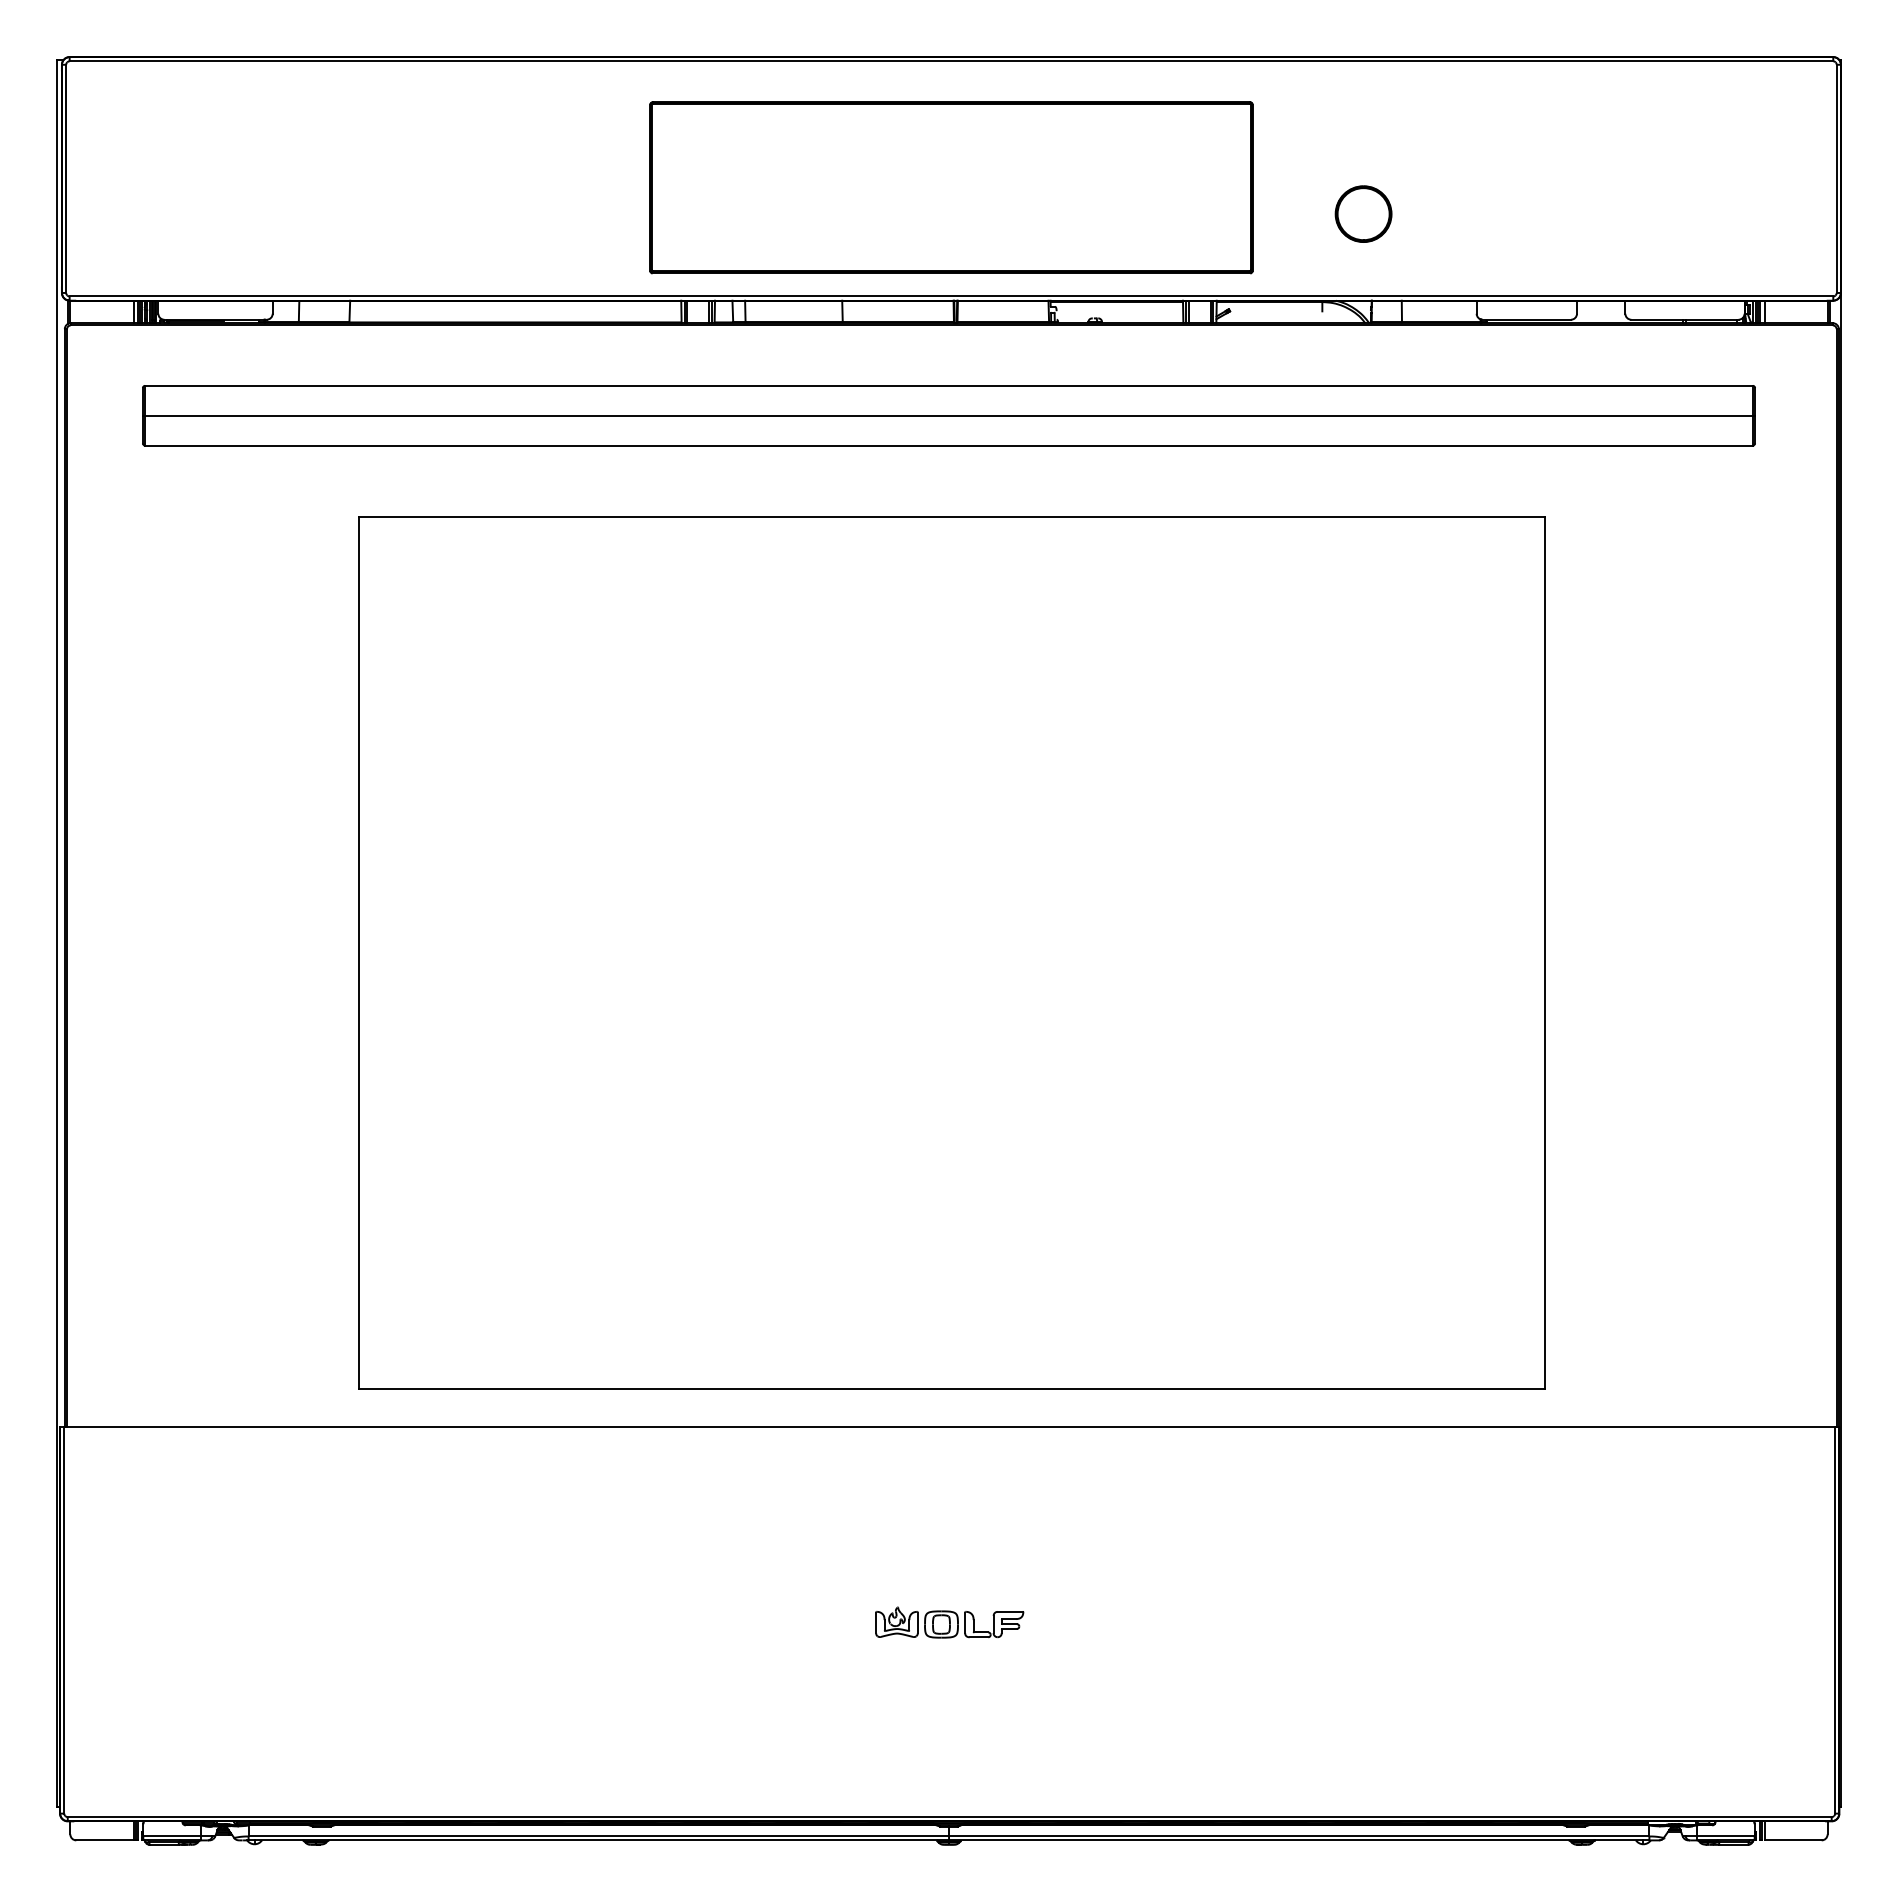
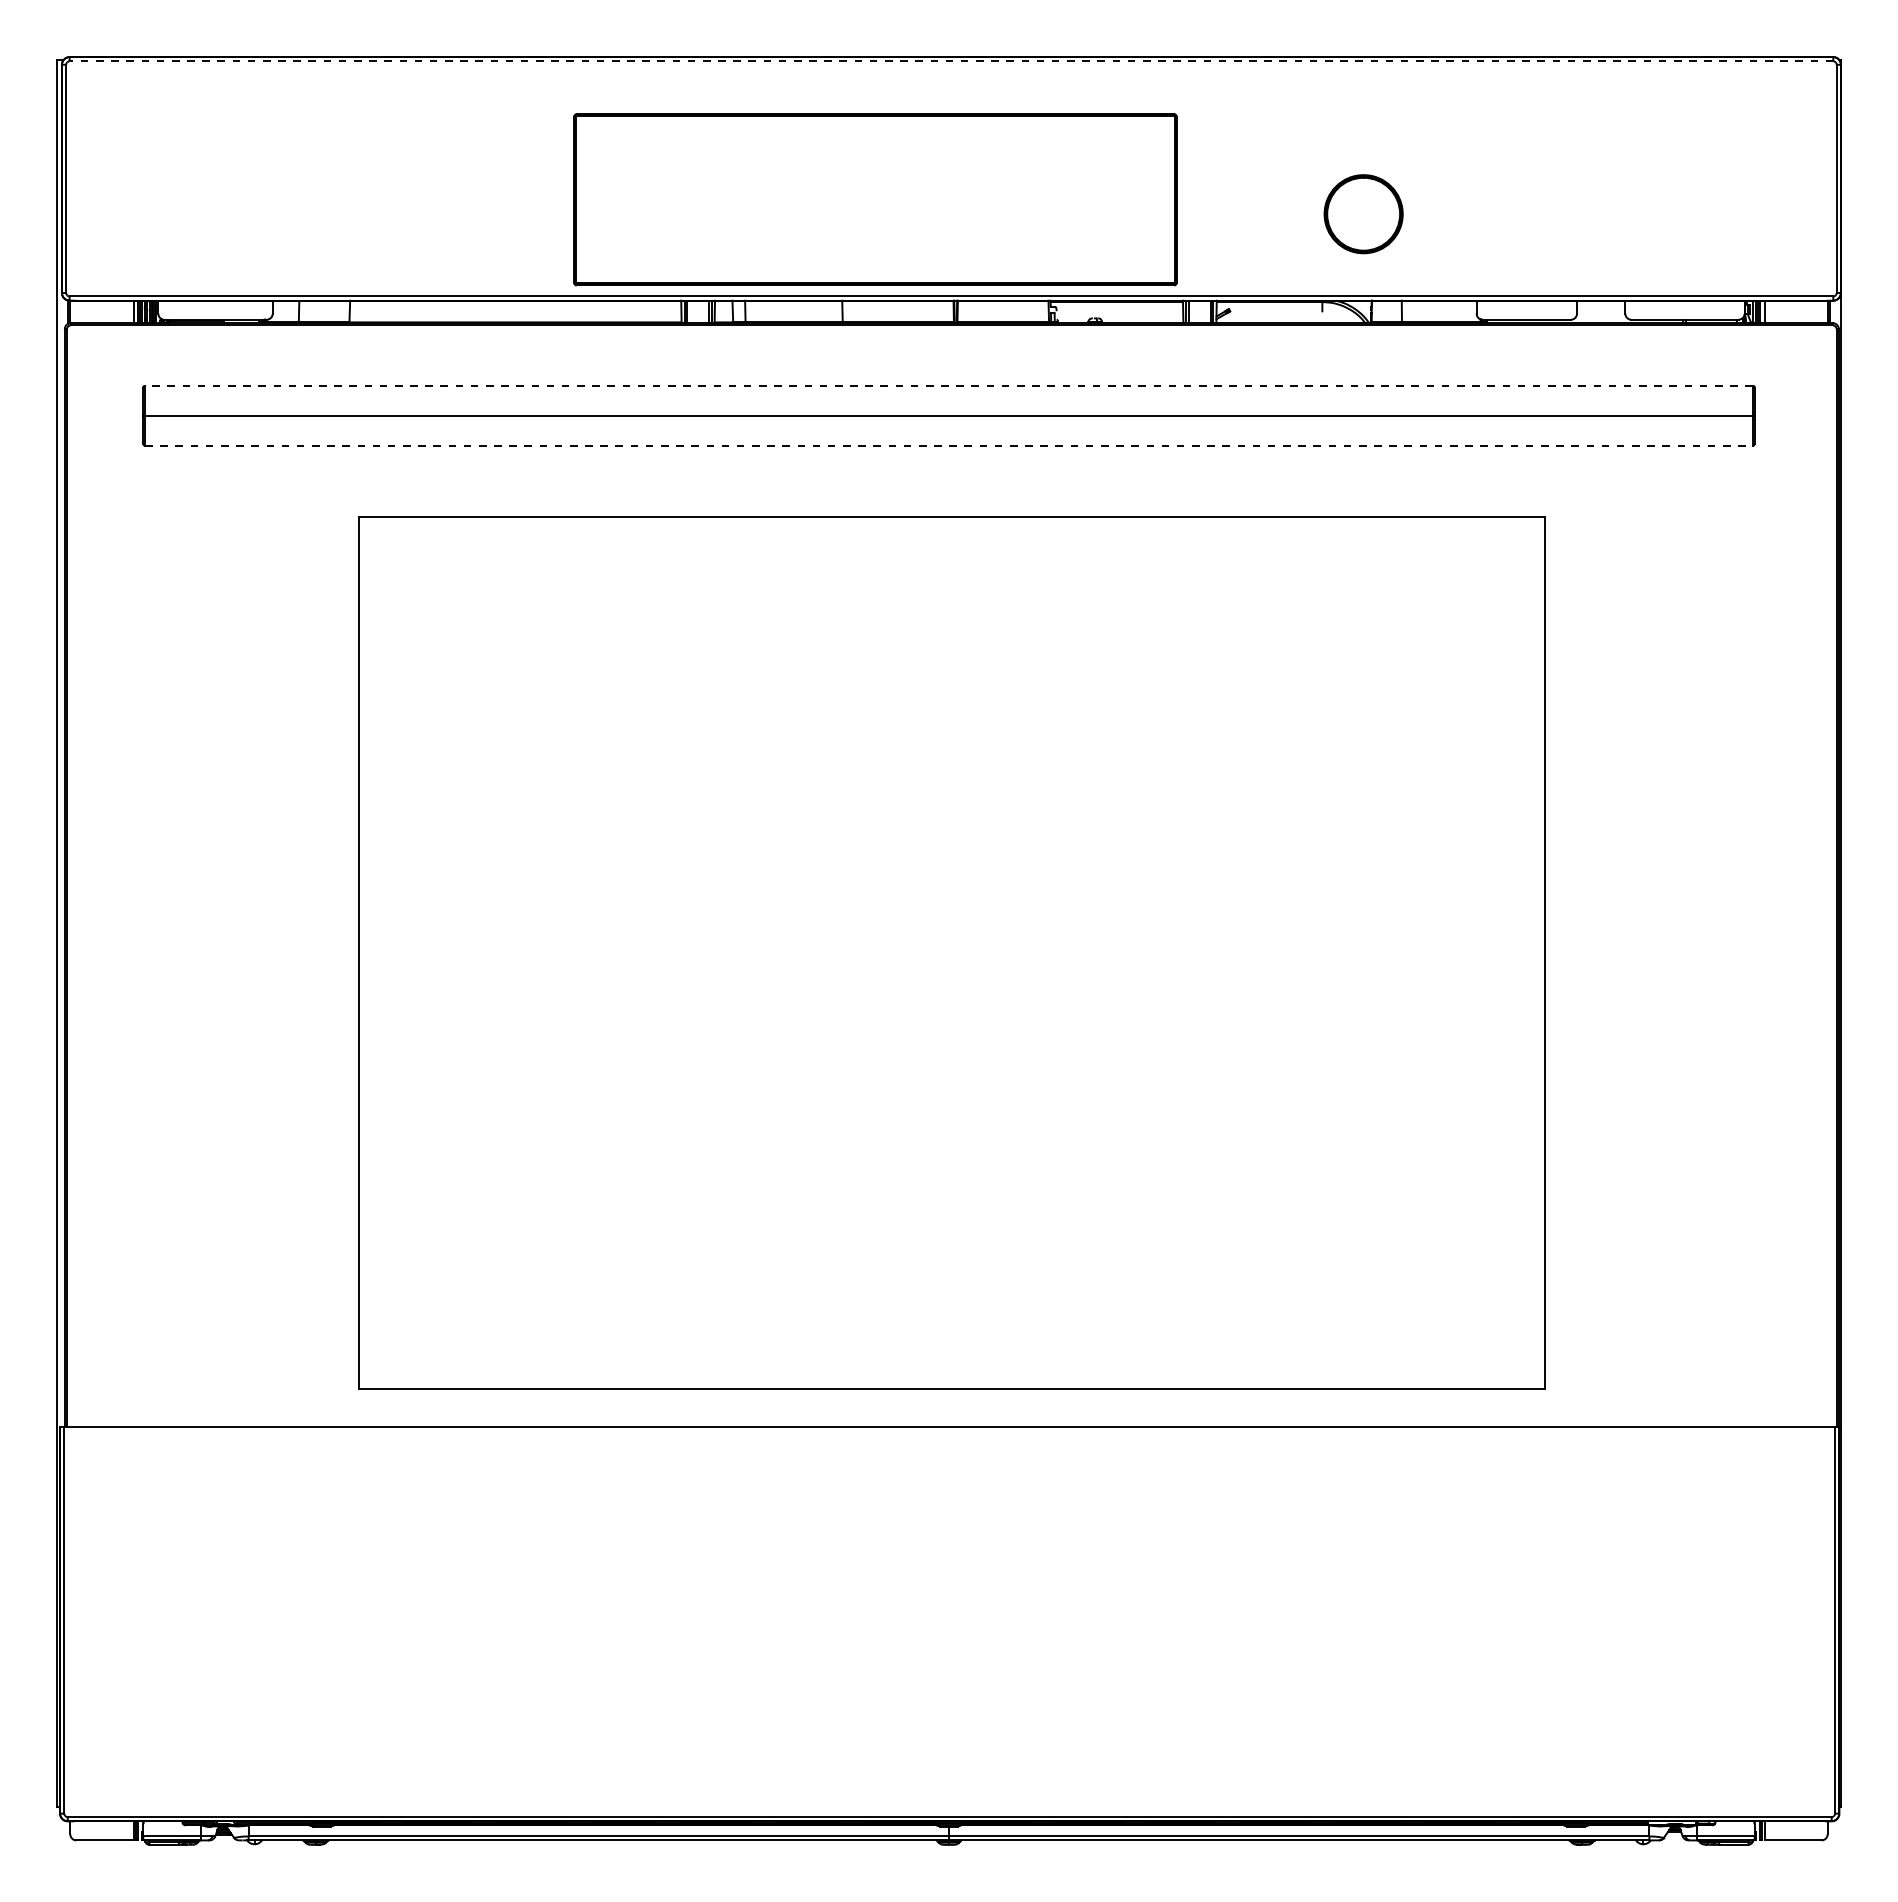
line at (951, 61): solid -> dashed
part at (951, 187) position: (951, 187) -> (875, 199)
part at (1363, 213) size: 59x58 px -> 81x81 px
line at (948, 385): solid -> dashed
line at (948, 445): solid -> dashed
part at (949, 1622): present -> none
